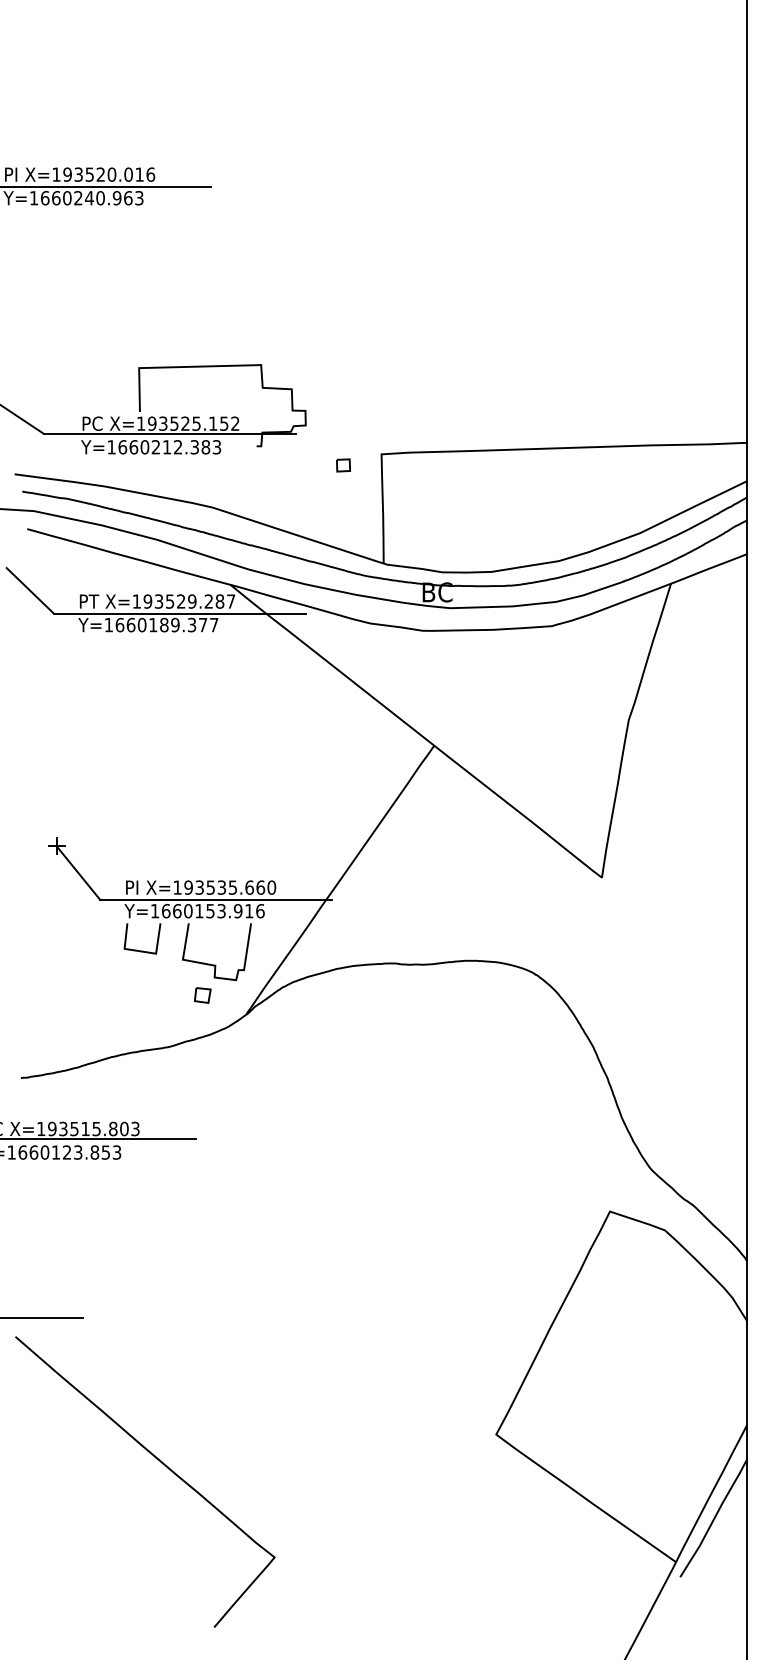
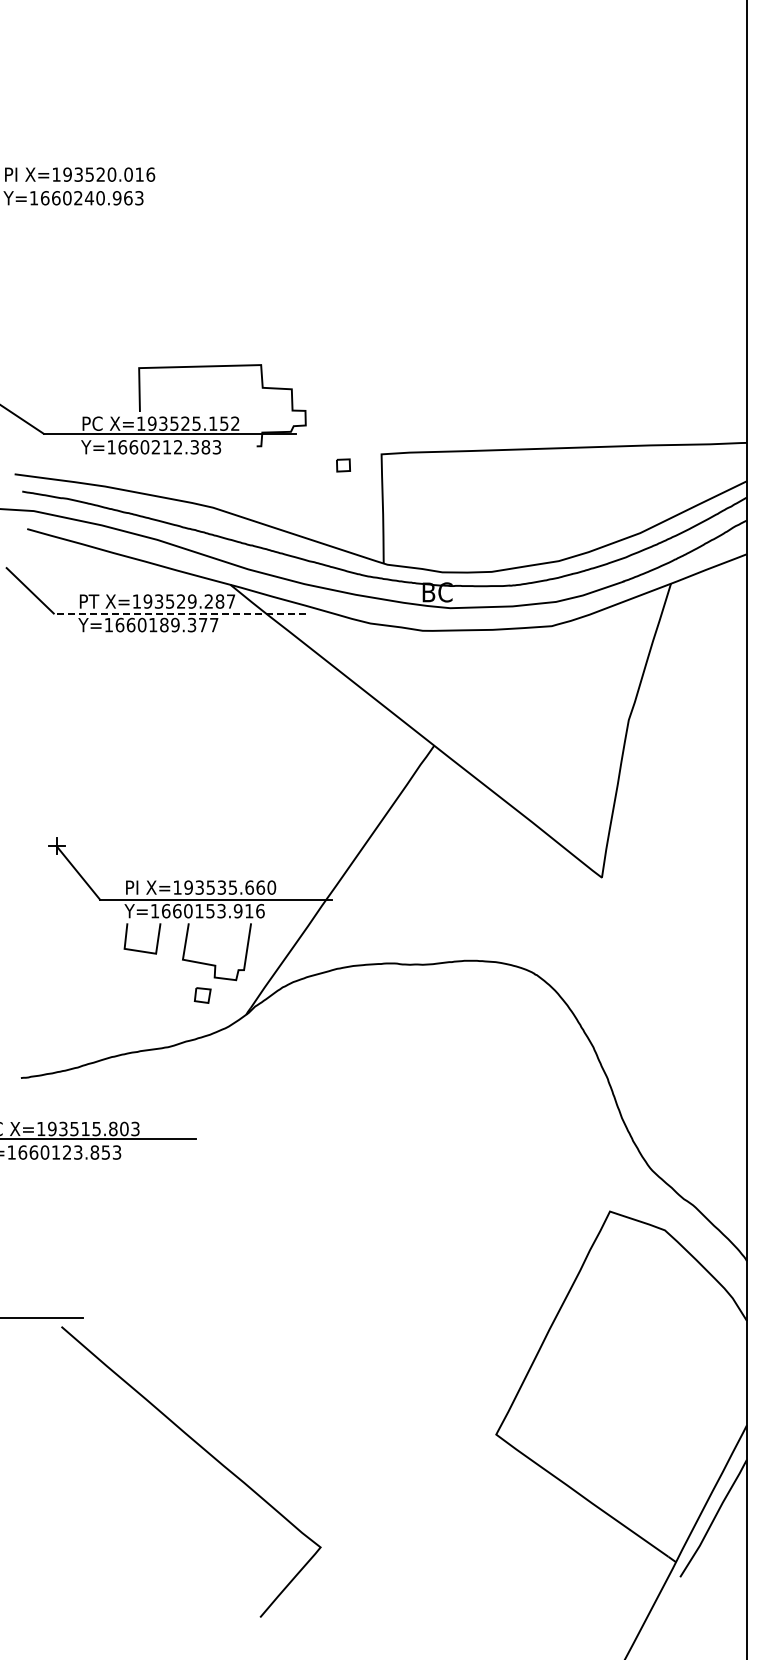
line at (106, 186): present -> none
line at (179, 613): solid -> dashed
curve at (162, 1464) position: (162, 1464) -> (208, 1454)
